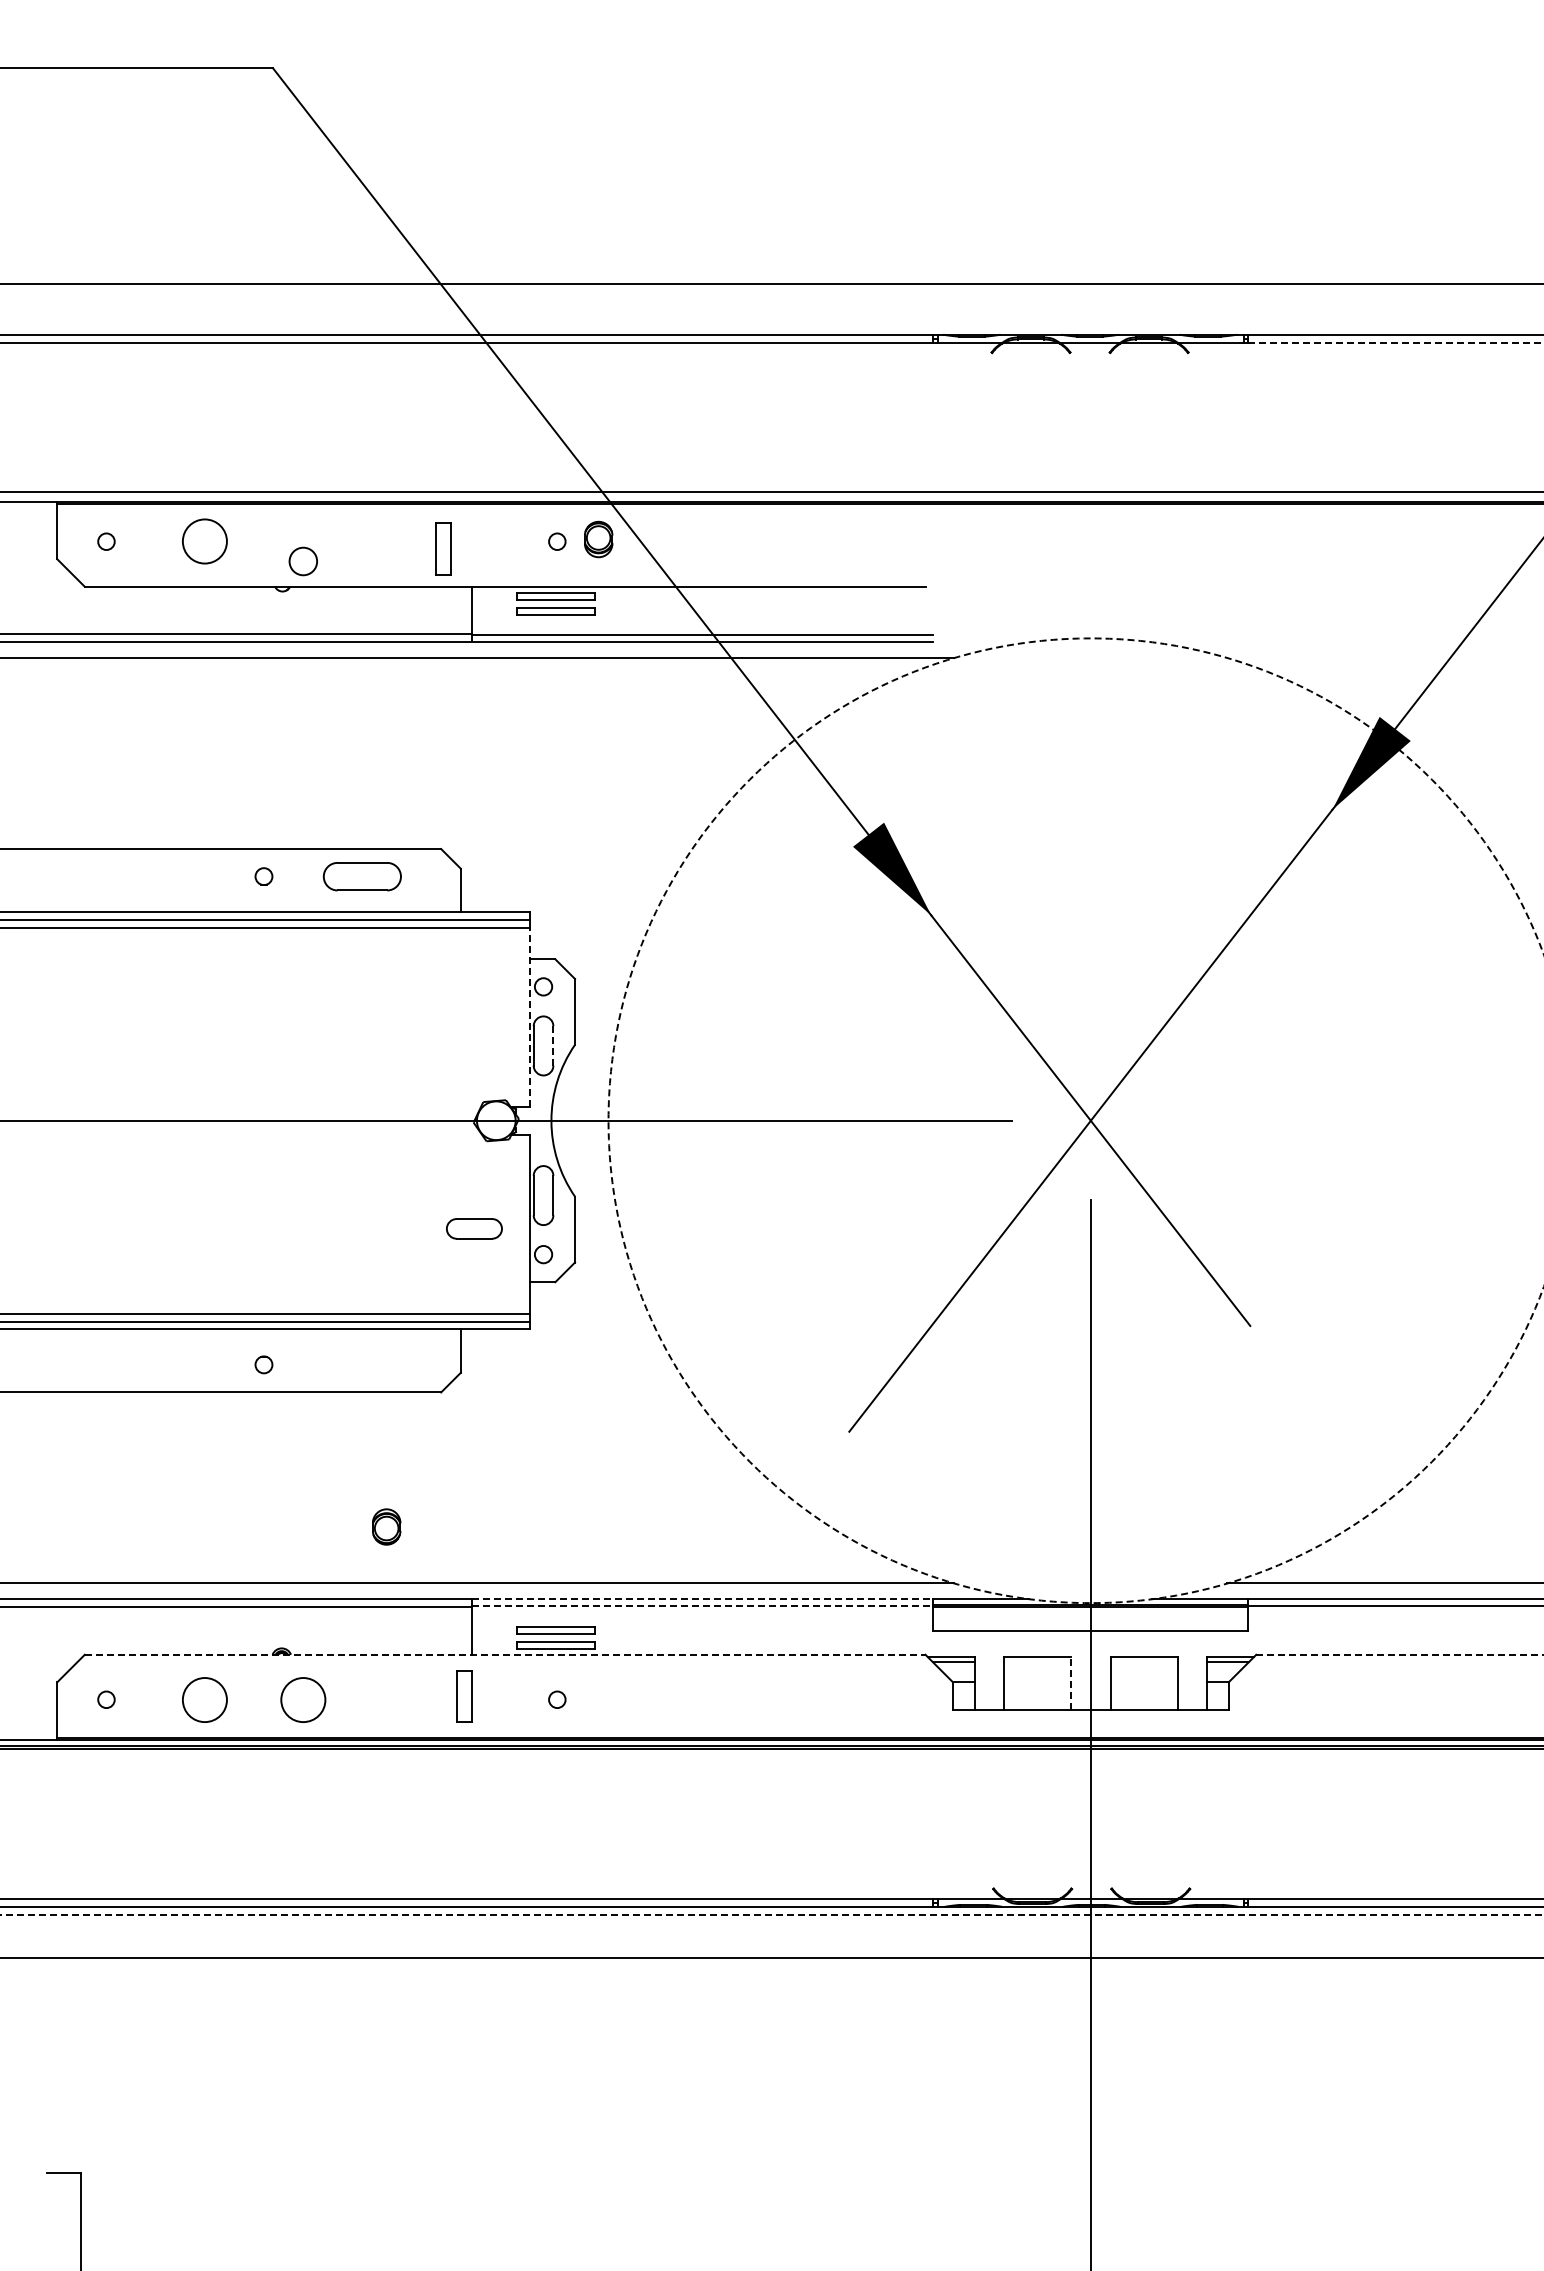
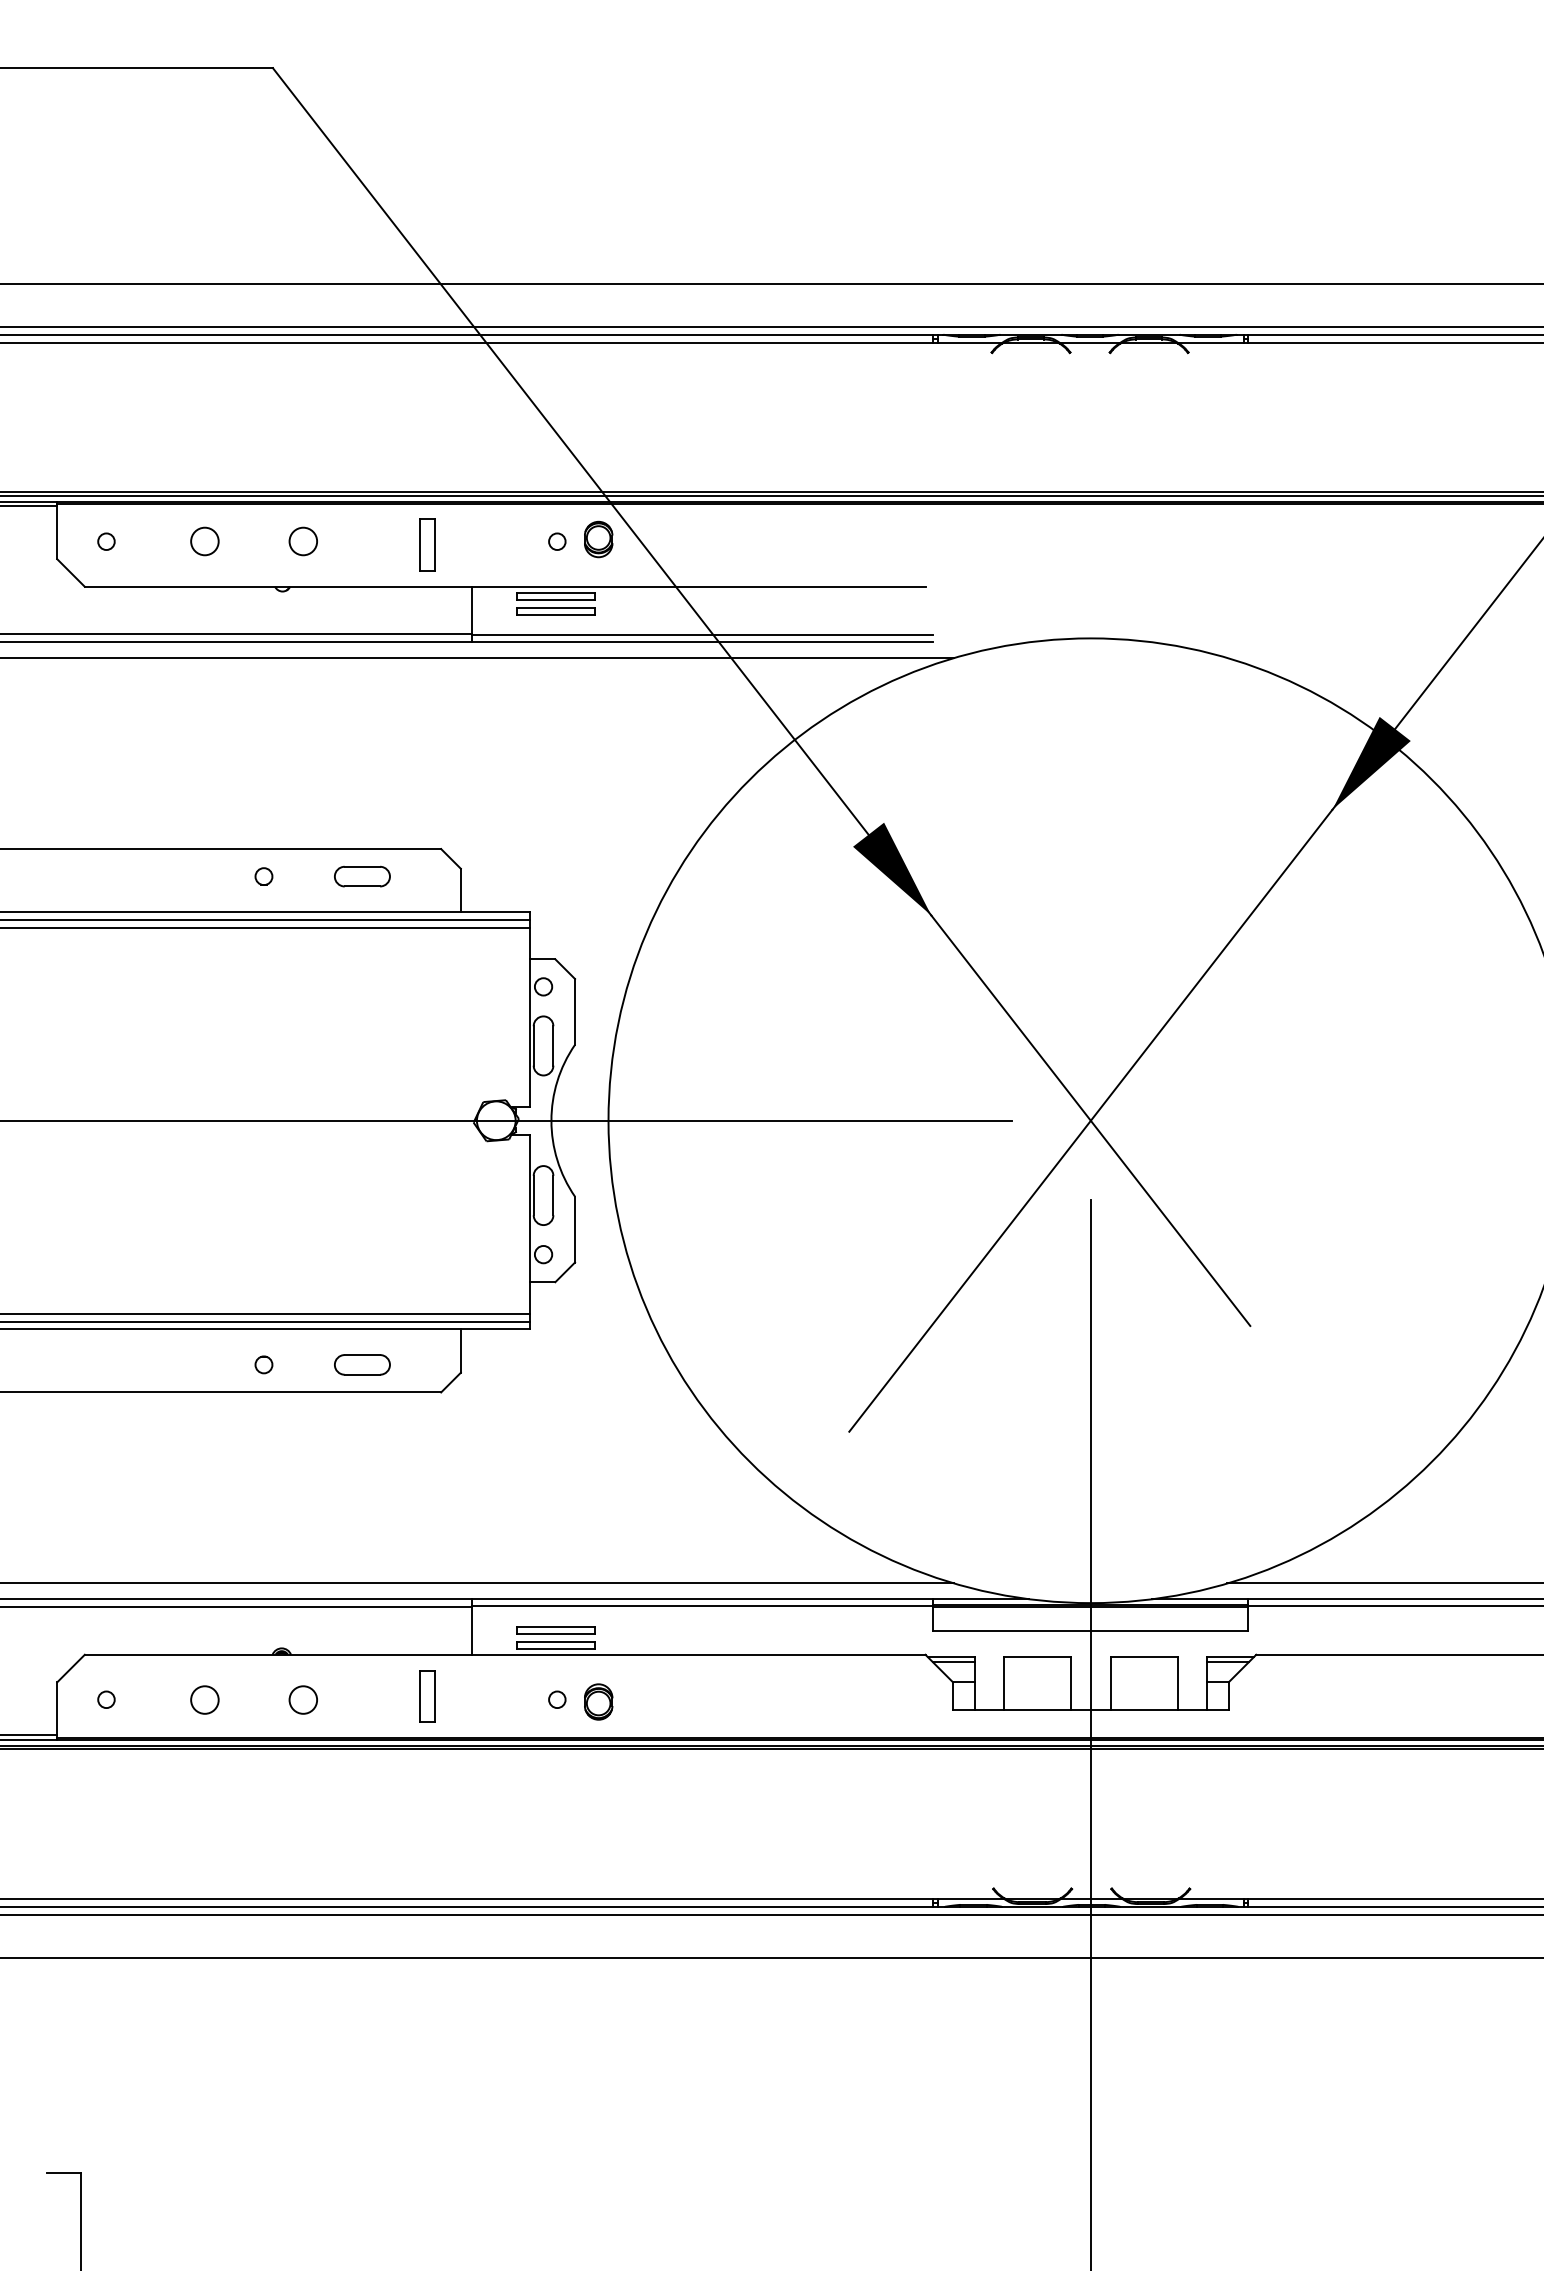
line at (771, 326): none -> present
line at (1396, 342): dashed -> solid
line at (771, 495): none -> present
line at (29, 506): none -> present
circle at (204, 541) diameter: 44 px -> 28 px
part at (443, 548) position: (443, 548) -> (427, 544)
circle at (302, 561) position: (302, 561) -> (302, 541)
part at (361, 876) size: 80x30 px -> 57x23 px
line at (529, 1017): dashed -> solid
line at (553, 1045): dashed -> solid
circle at (1075, 1120): dashed -> solid
part at (474, 1228) position: (474, 1228) -> (362, 1364)
part at (386, 1526) position: (386, 1526) -> (598, 1701)
line at (703, 1599): dashed -> solid
line at (703, 1606): dashed -> solid
line at (505, 1654): dashed -> solid
line at (1400, 1654): dashed -> solid
line at (1071, 1683): dashed -> solid
part at (464, 1696) position: (464, 1696) -> (427, 1696)
circle at (204, 1700) diameter: 44 px -> 28 px
circle at (303, 1700) diameter: 44 px -> 28 px
line at (29, 1735): none -> present
line at (771, 1914): dashed -> solid
